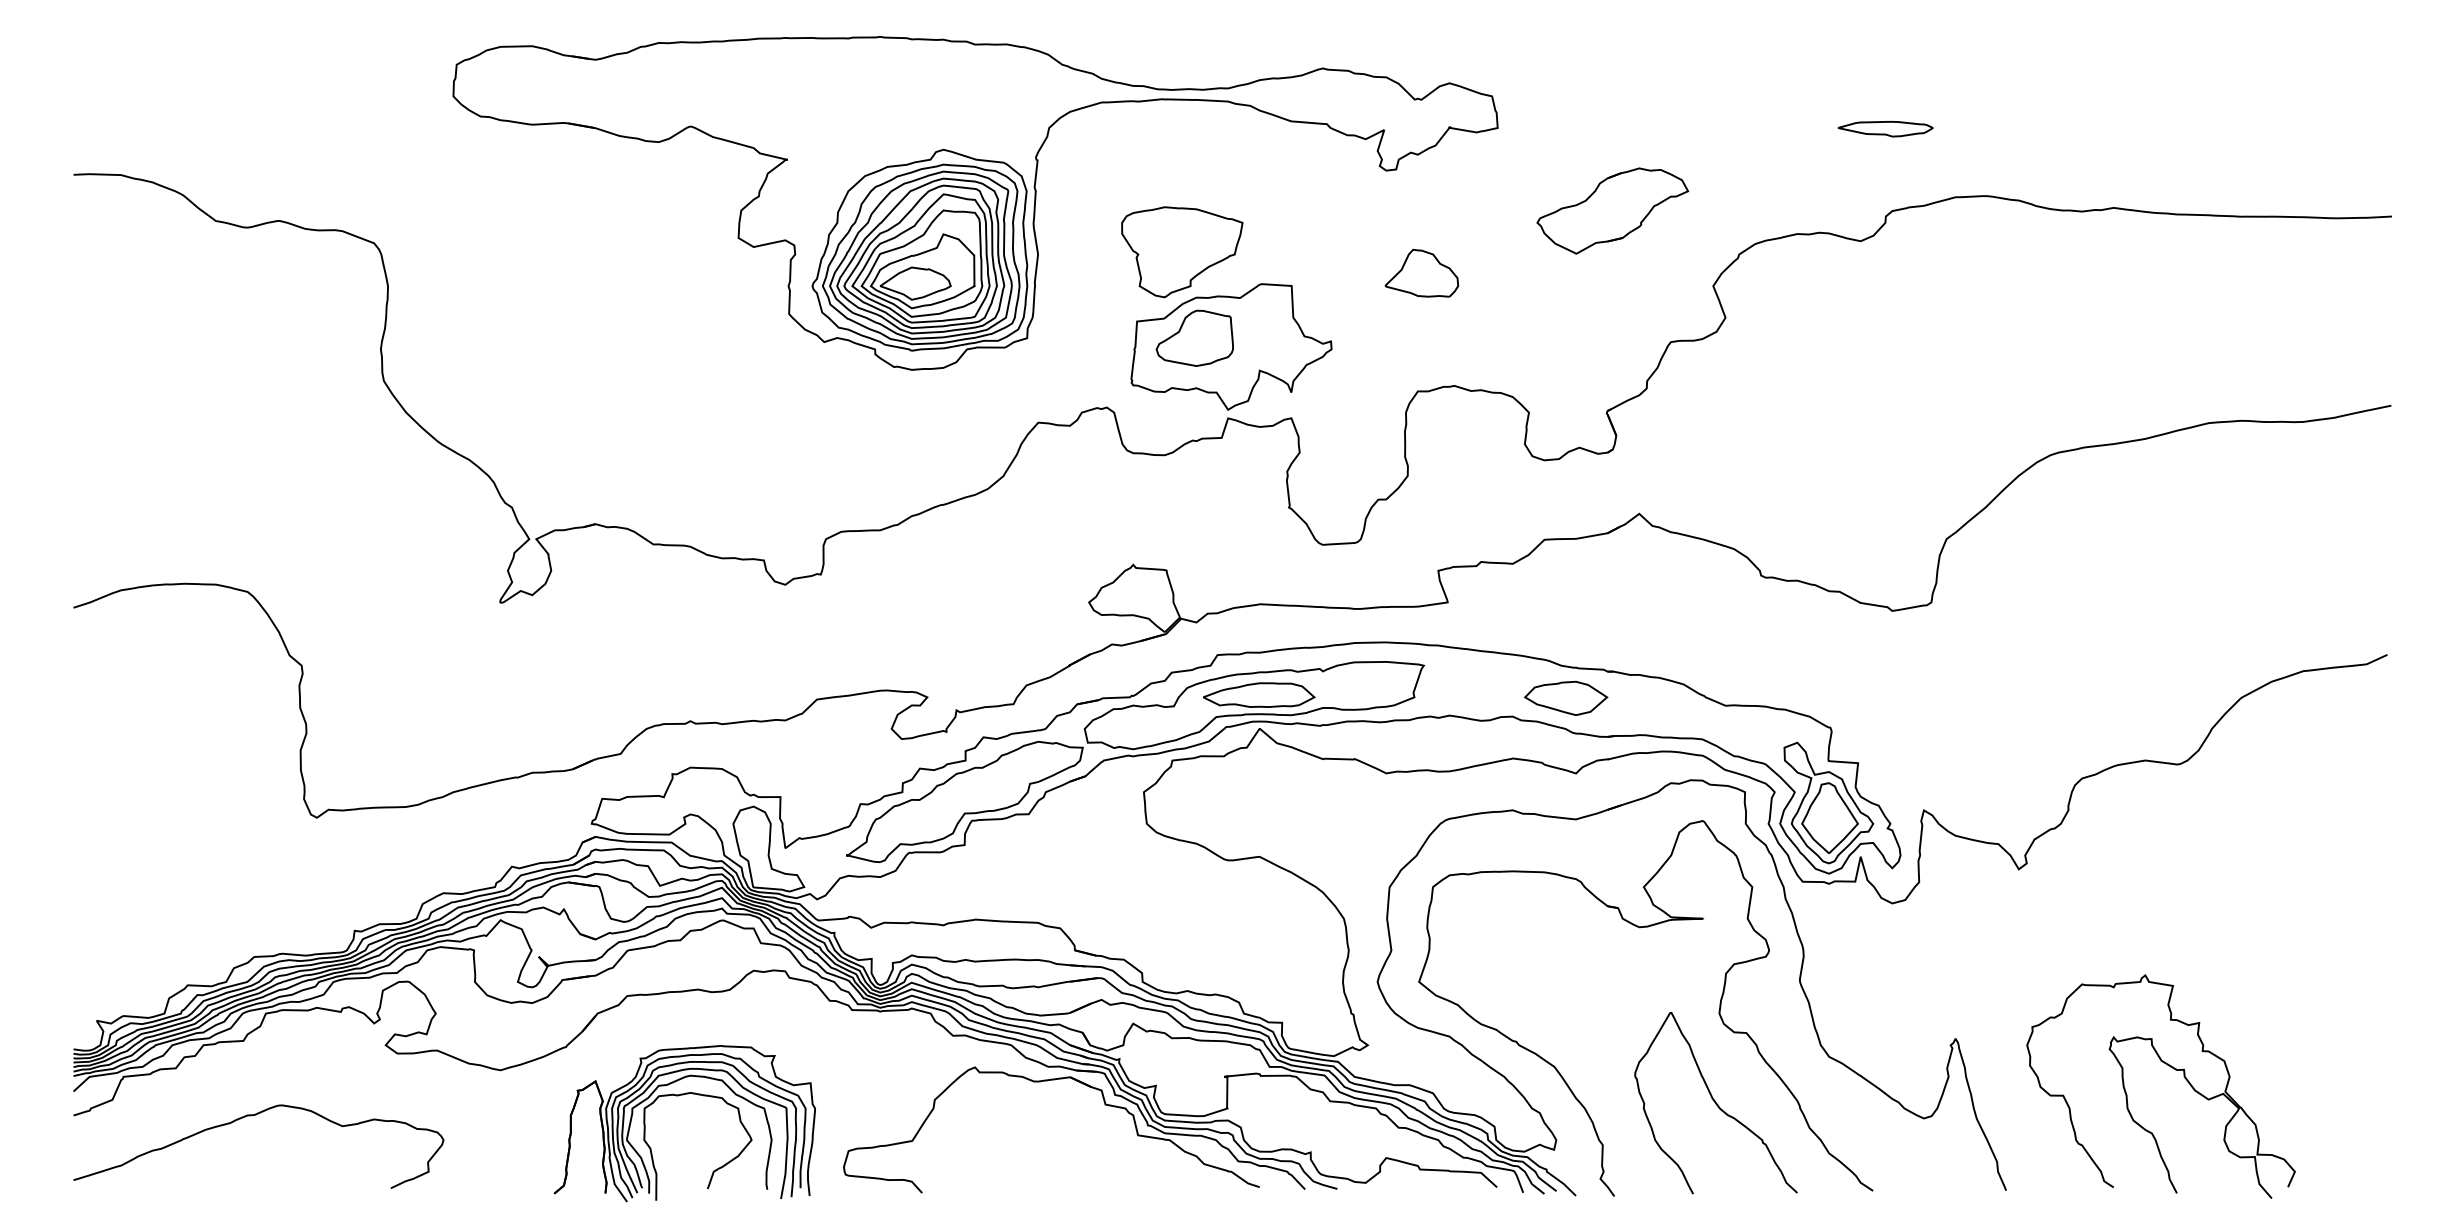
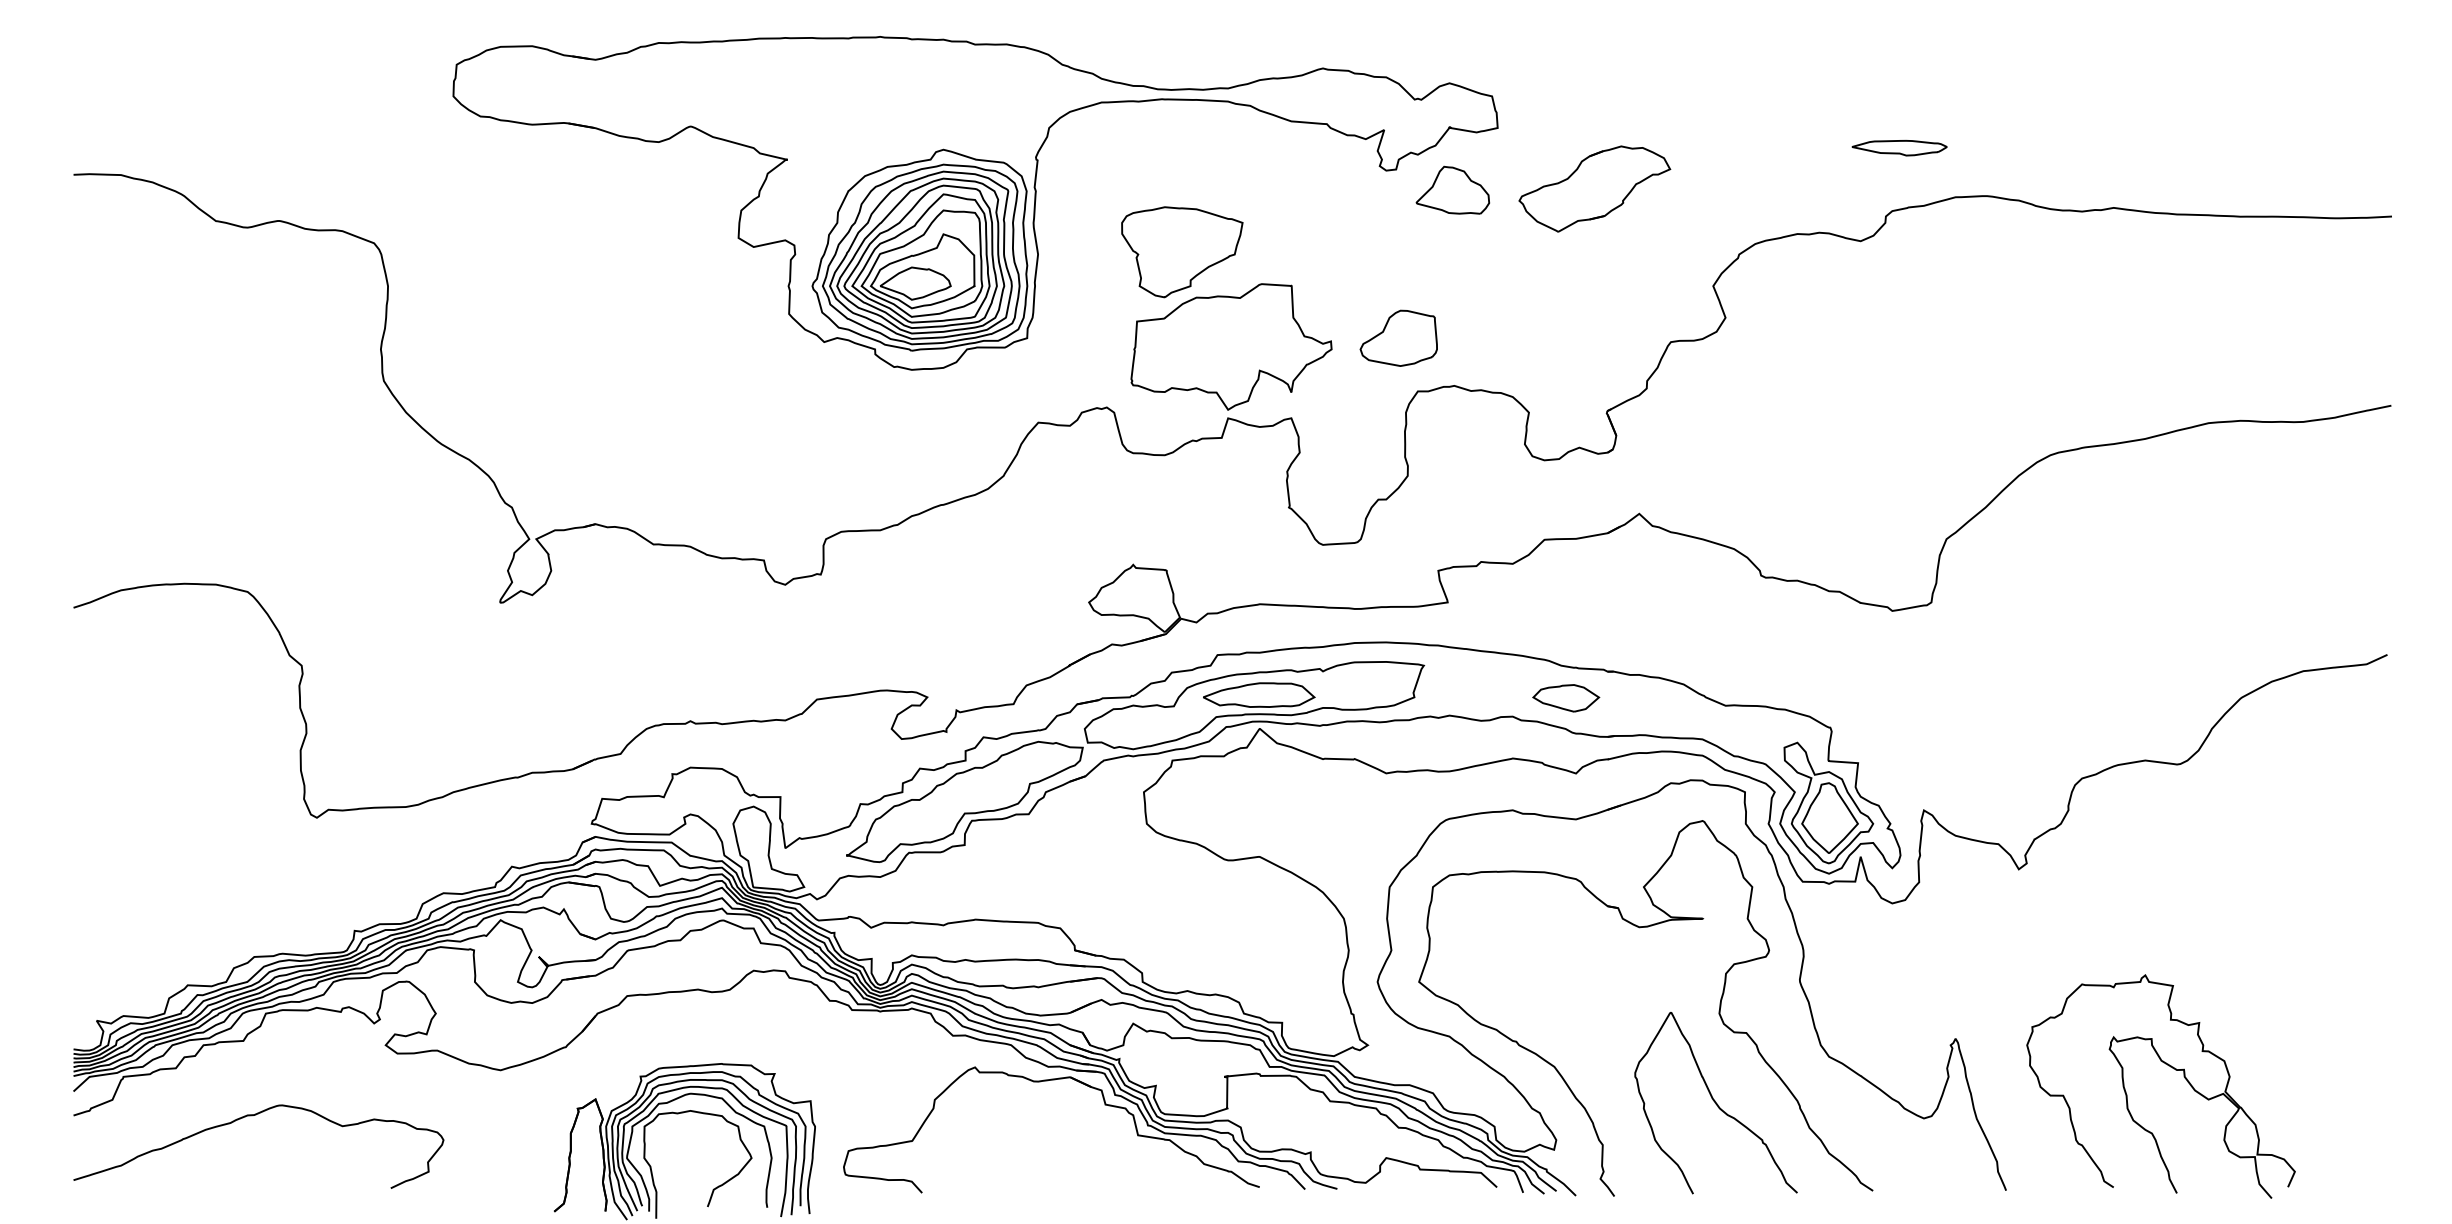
part at (1885, 129) position: (1885, 129) -> (1899, 148)
part at (1612, 210) position: (1612, 210) -> (1594, 188)
part at (1421, 272) position: (1421, 272) -> (1452, 189)
part at (1194, 337) position: (1194, 337) -> (1398, 337)
part at (1566, 697) size: 85x36 px -> 69x29 px
part at (678, 1096) position: (678, 1096) -> (678, 1114)
